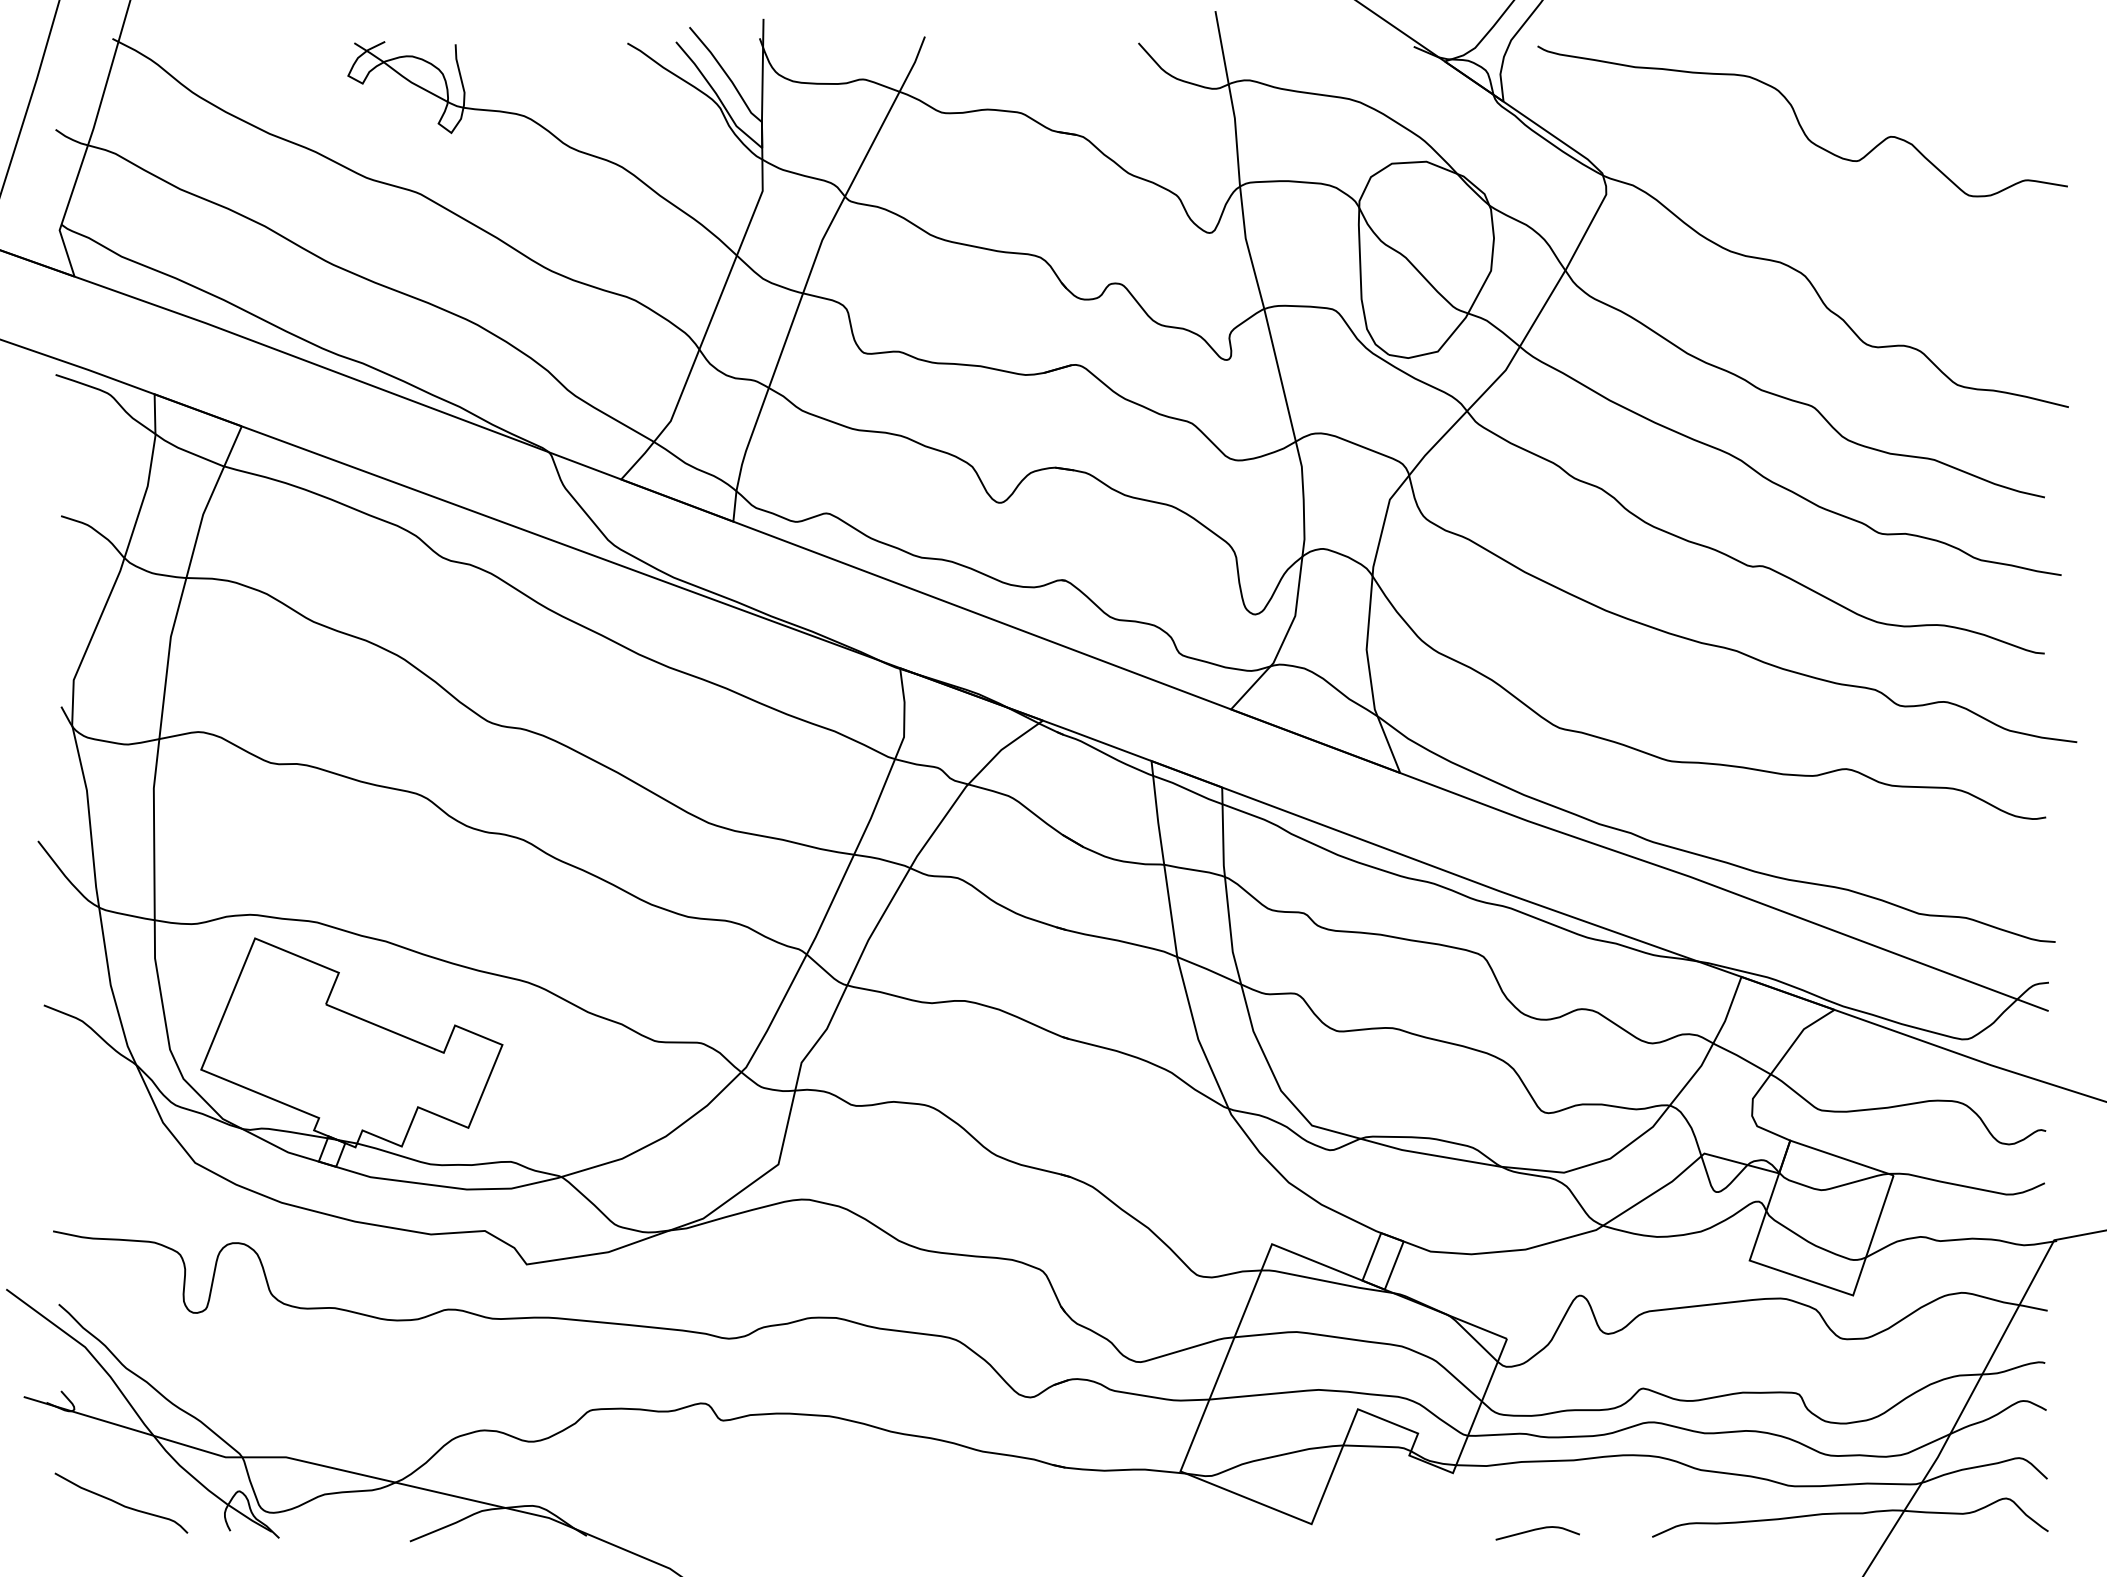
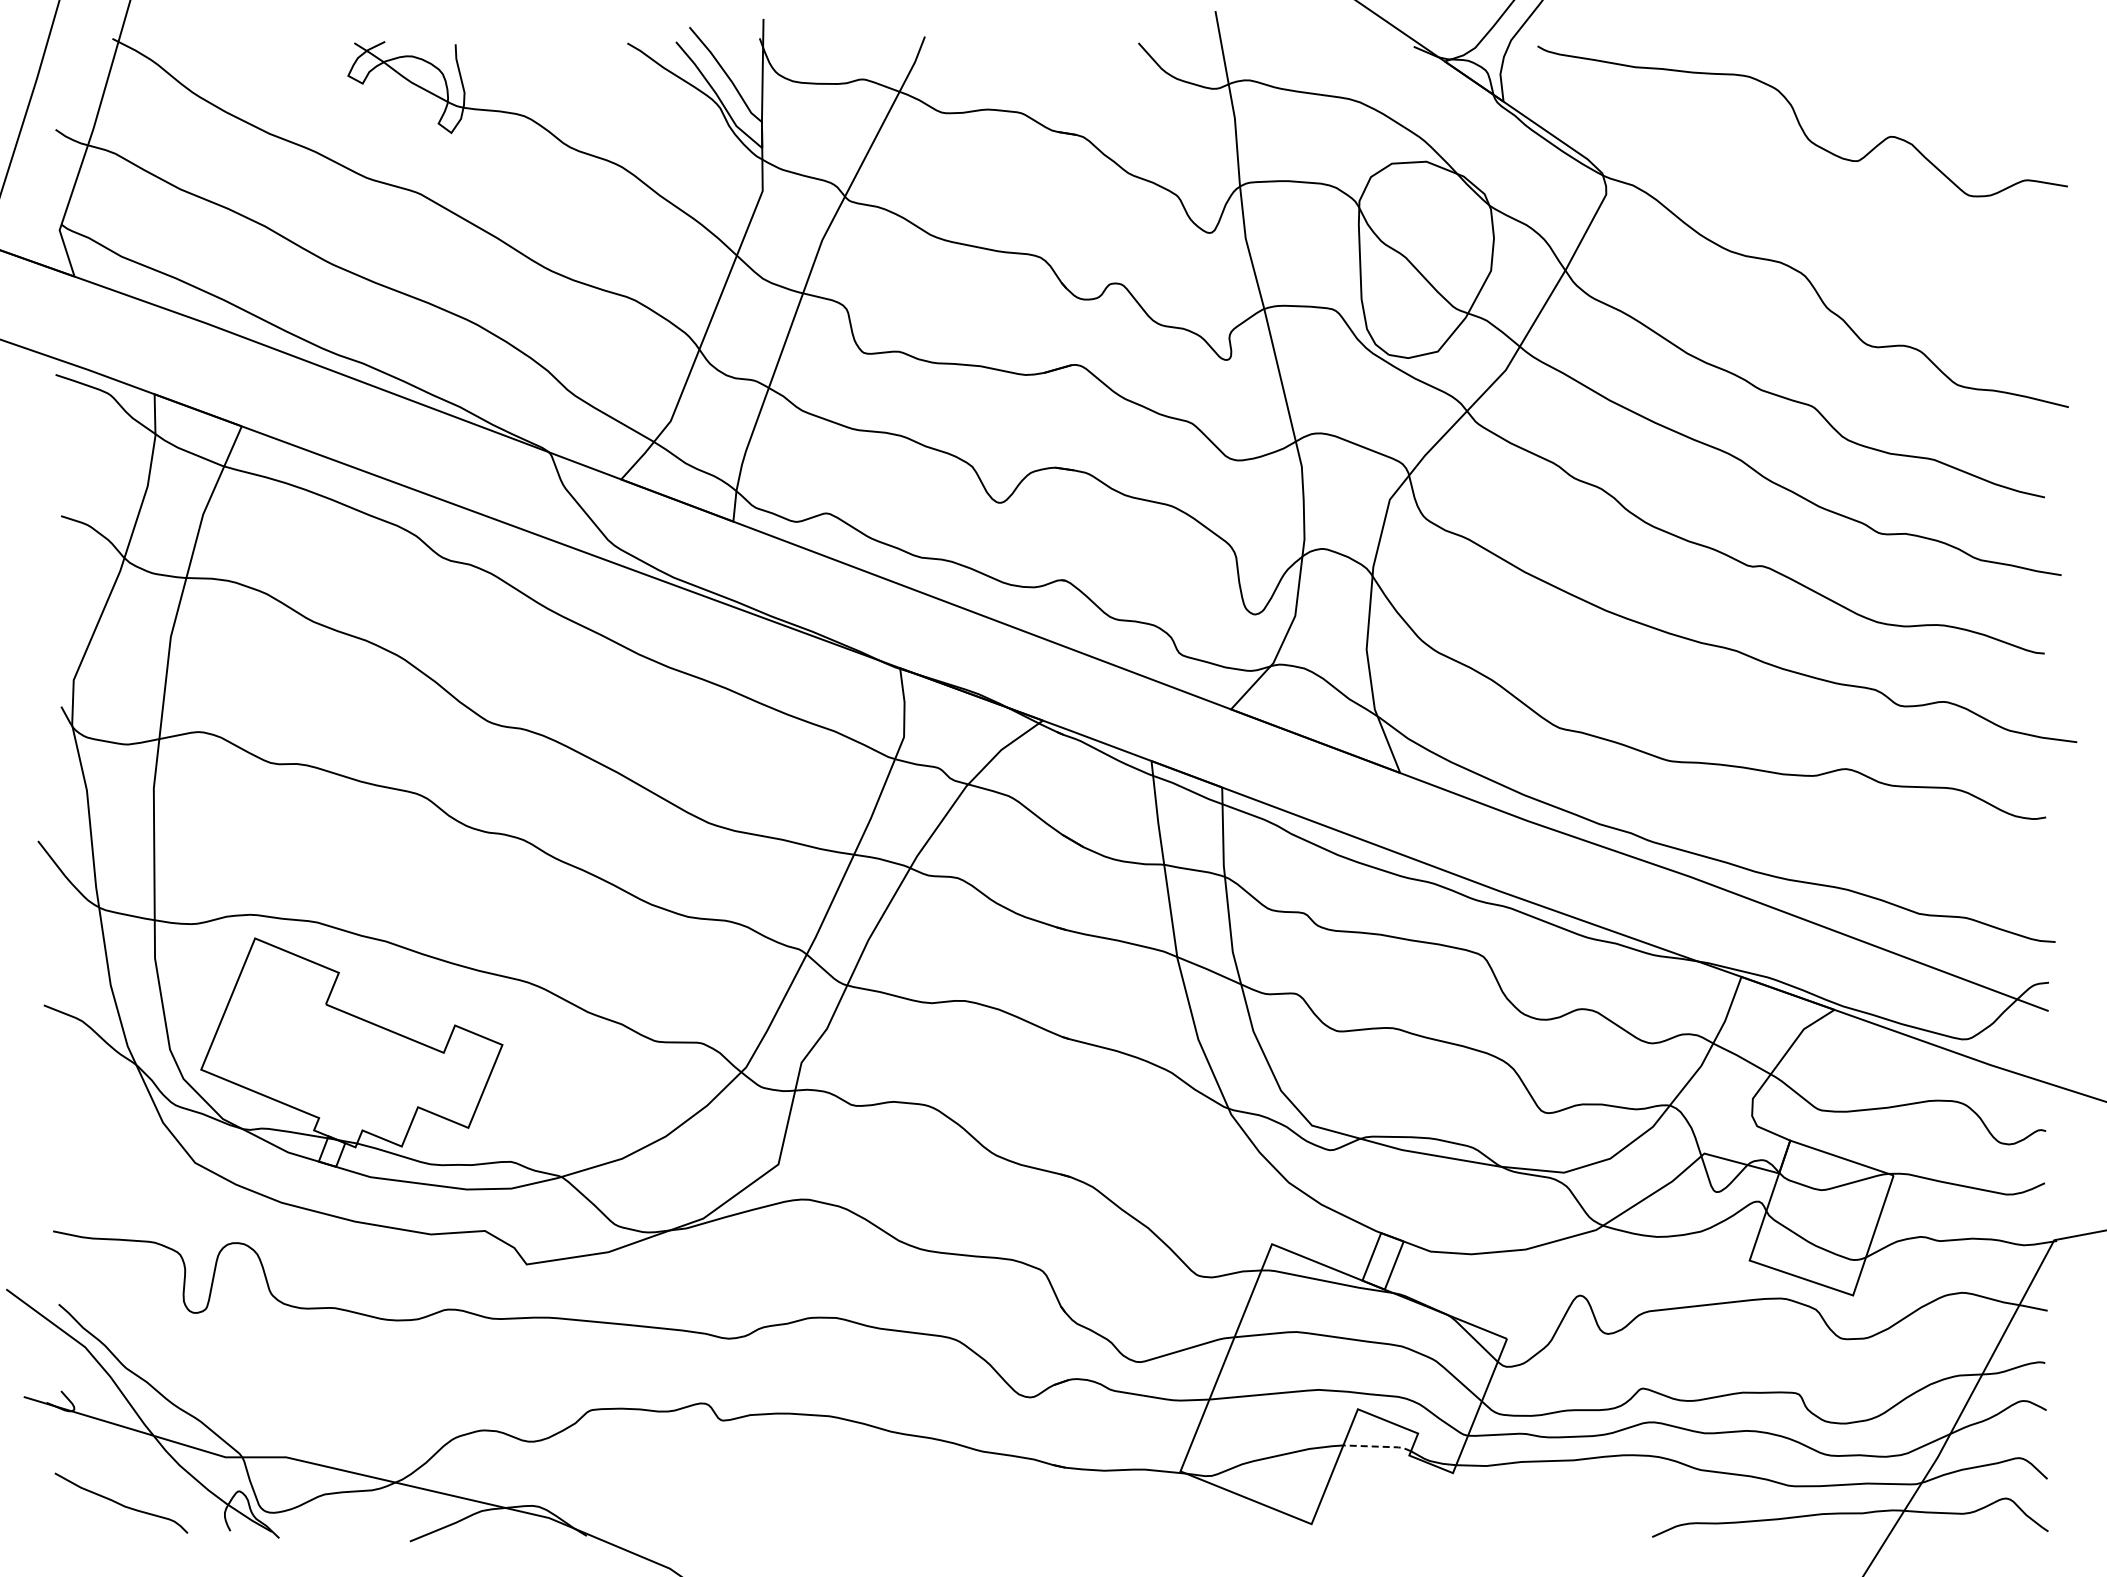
line at (1378, 1446): solid -> dashed
curve at (1536, 1530): present -> none
